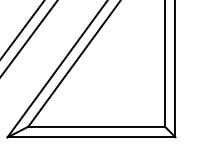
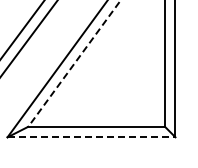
line at (74, 63): solid -> dashed
line at (91, 137): solid -> dashed
